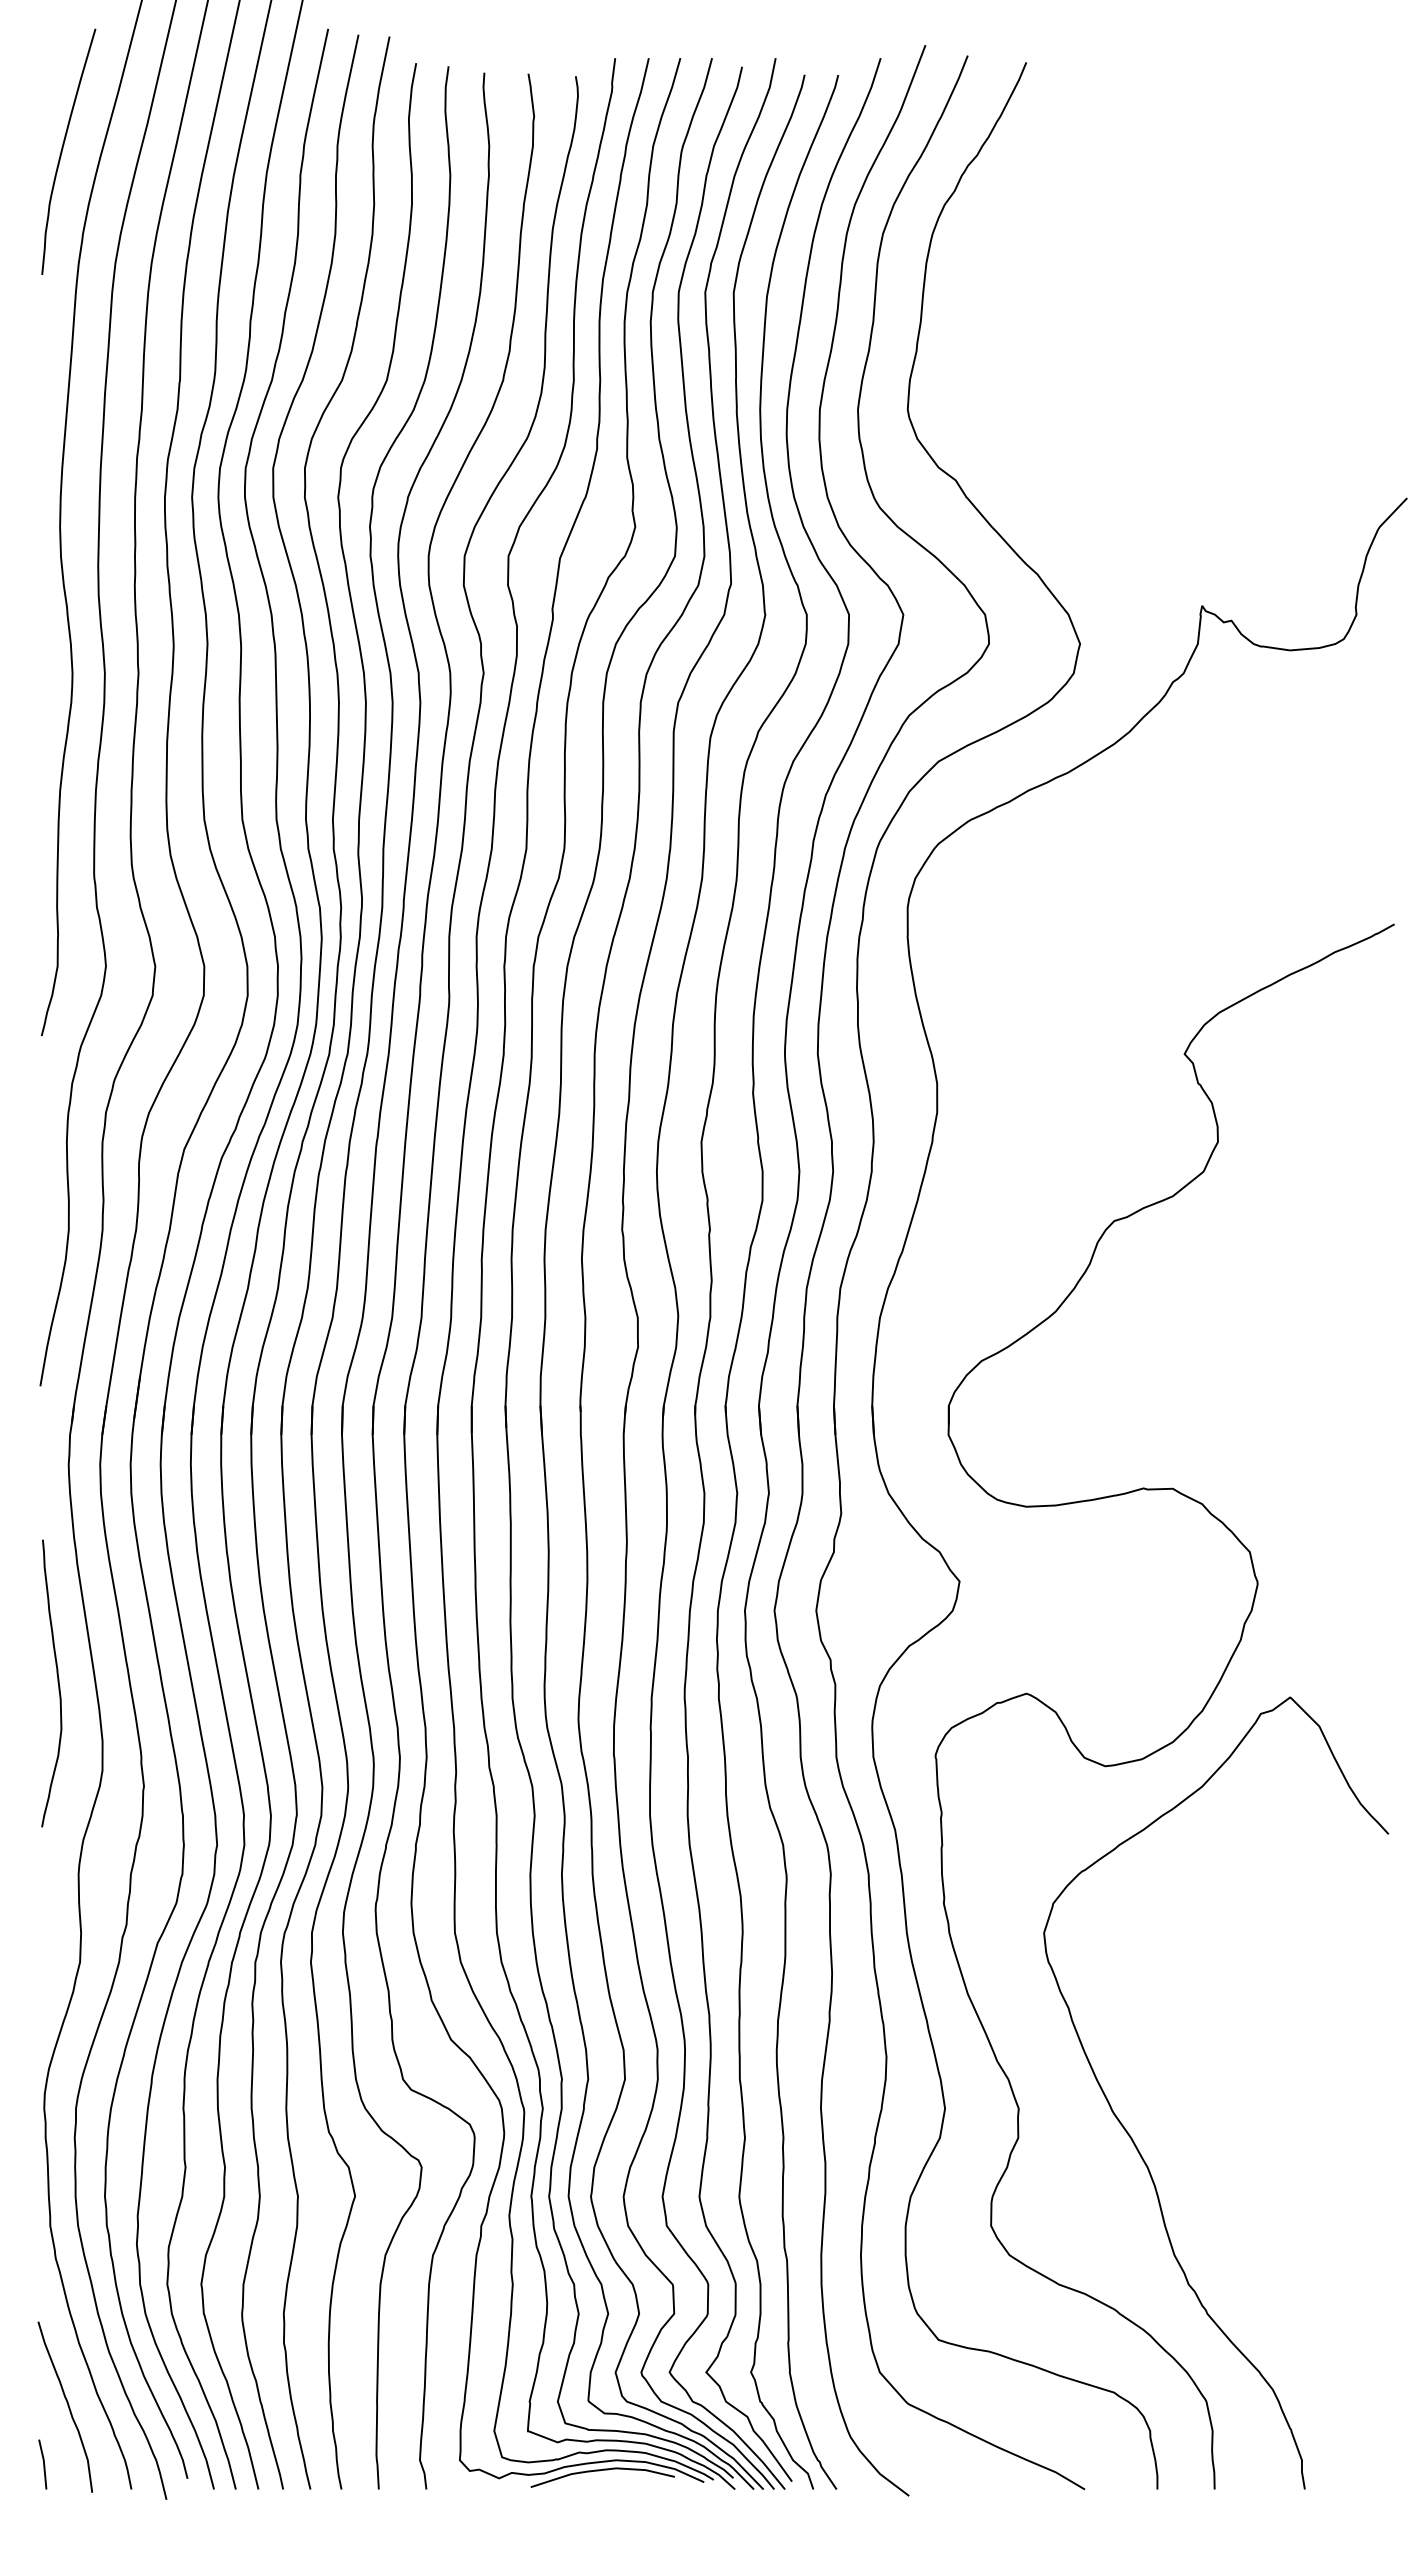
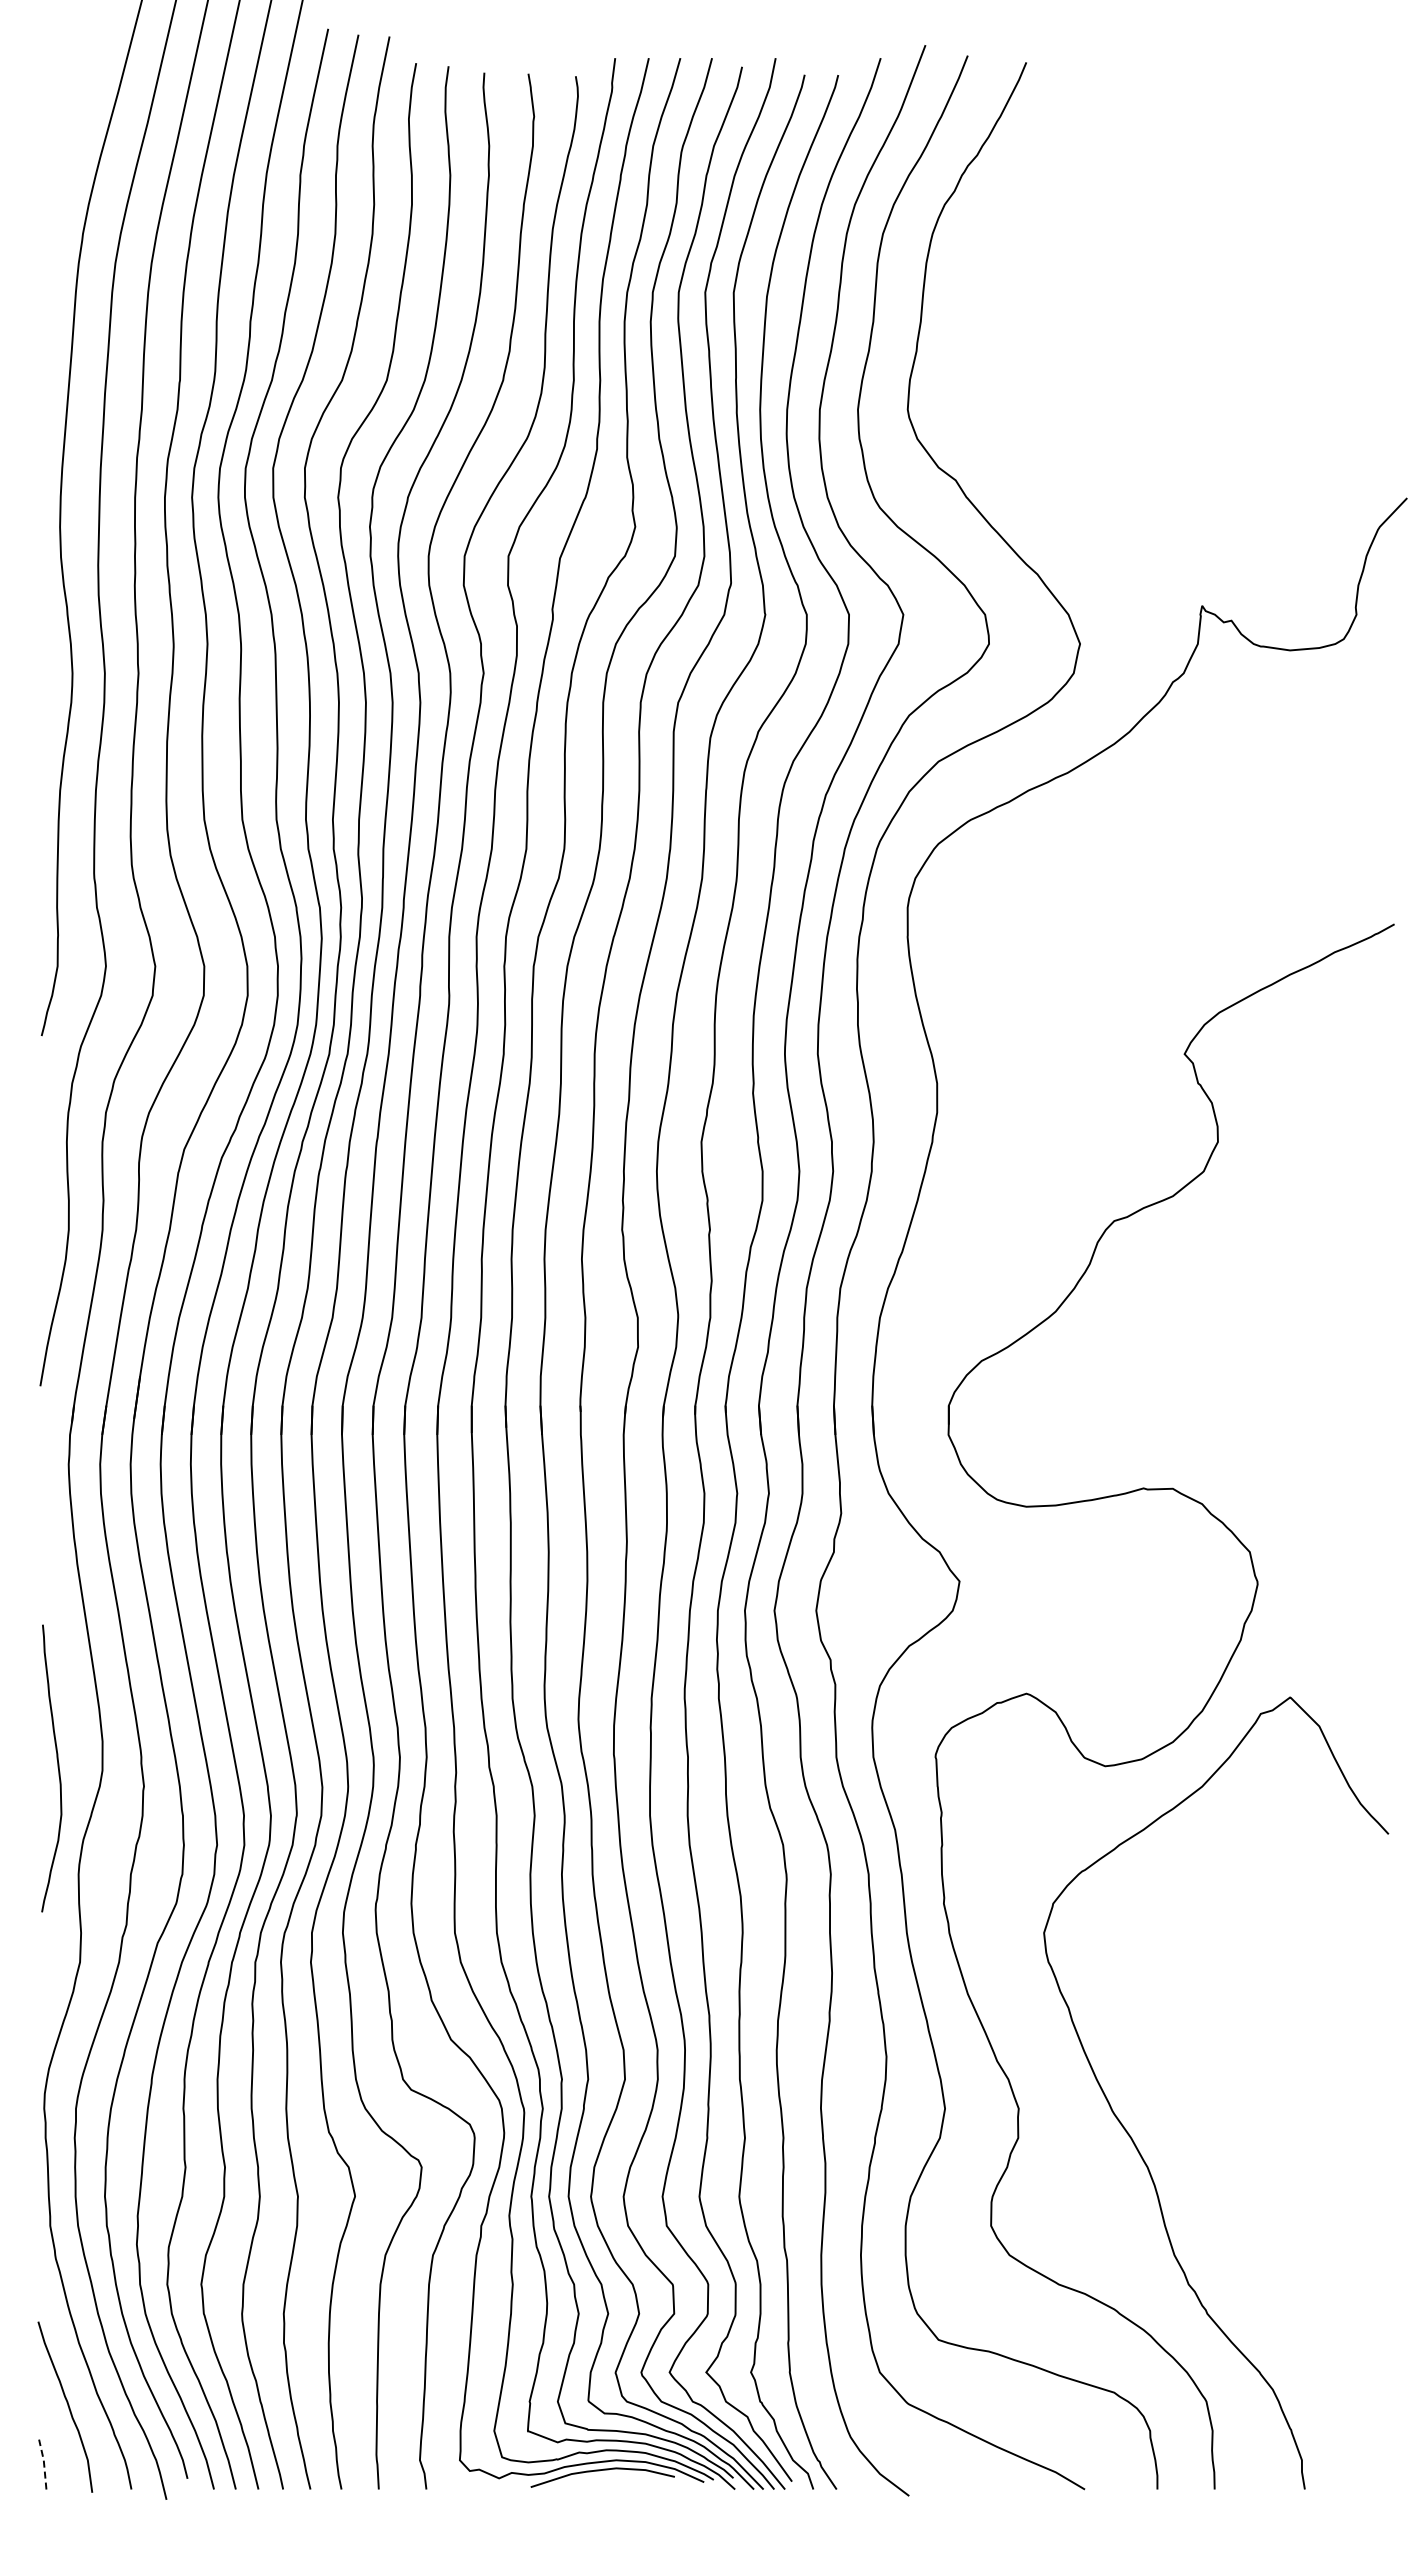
curve at (63, 148): present -> none
curve at (57, 1682) position: (57, 1682) -> (57, 1767)
line at (44, 2463): solid -> dashed
